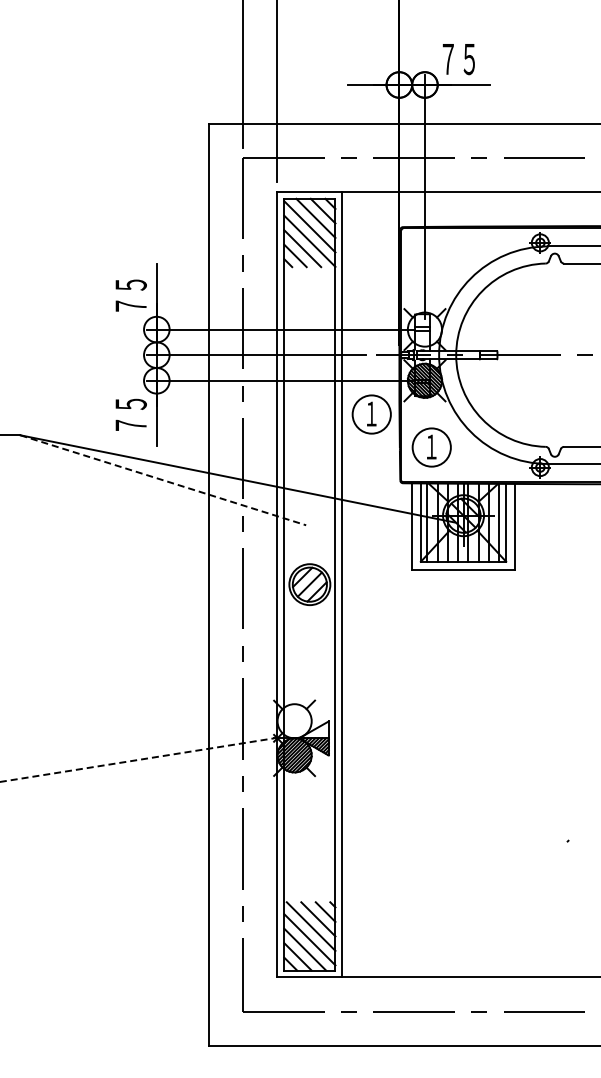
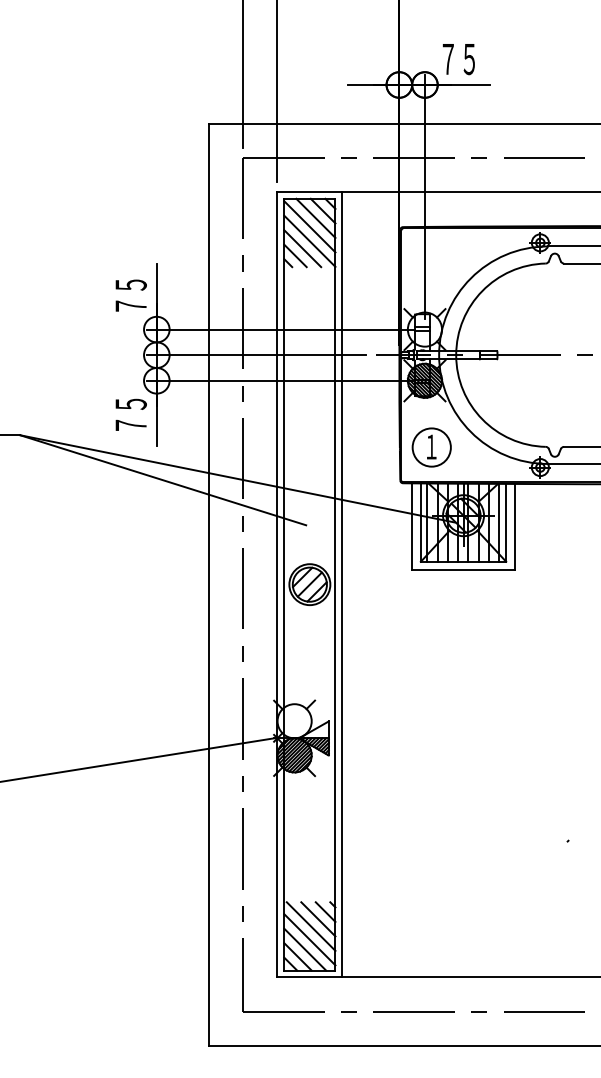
part at (371, 414): present -> none
line at (163, 480): dashed -> solid
line at (137, 760): dashed -> solid
